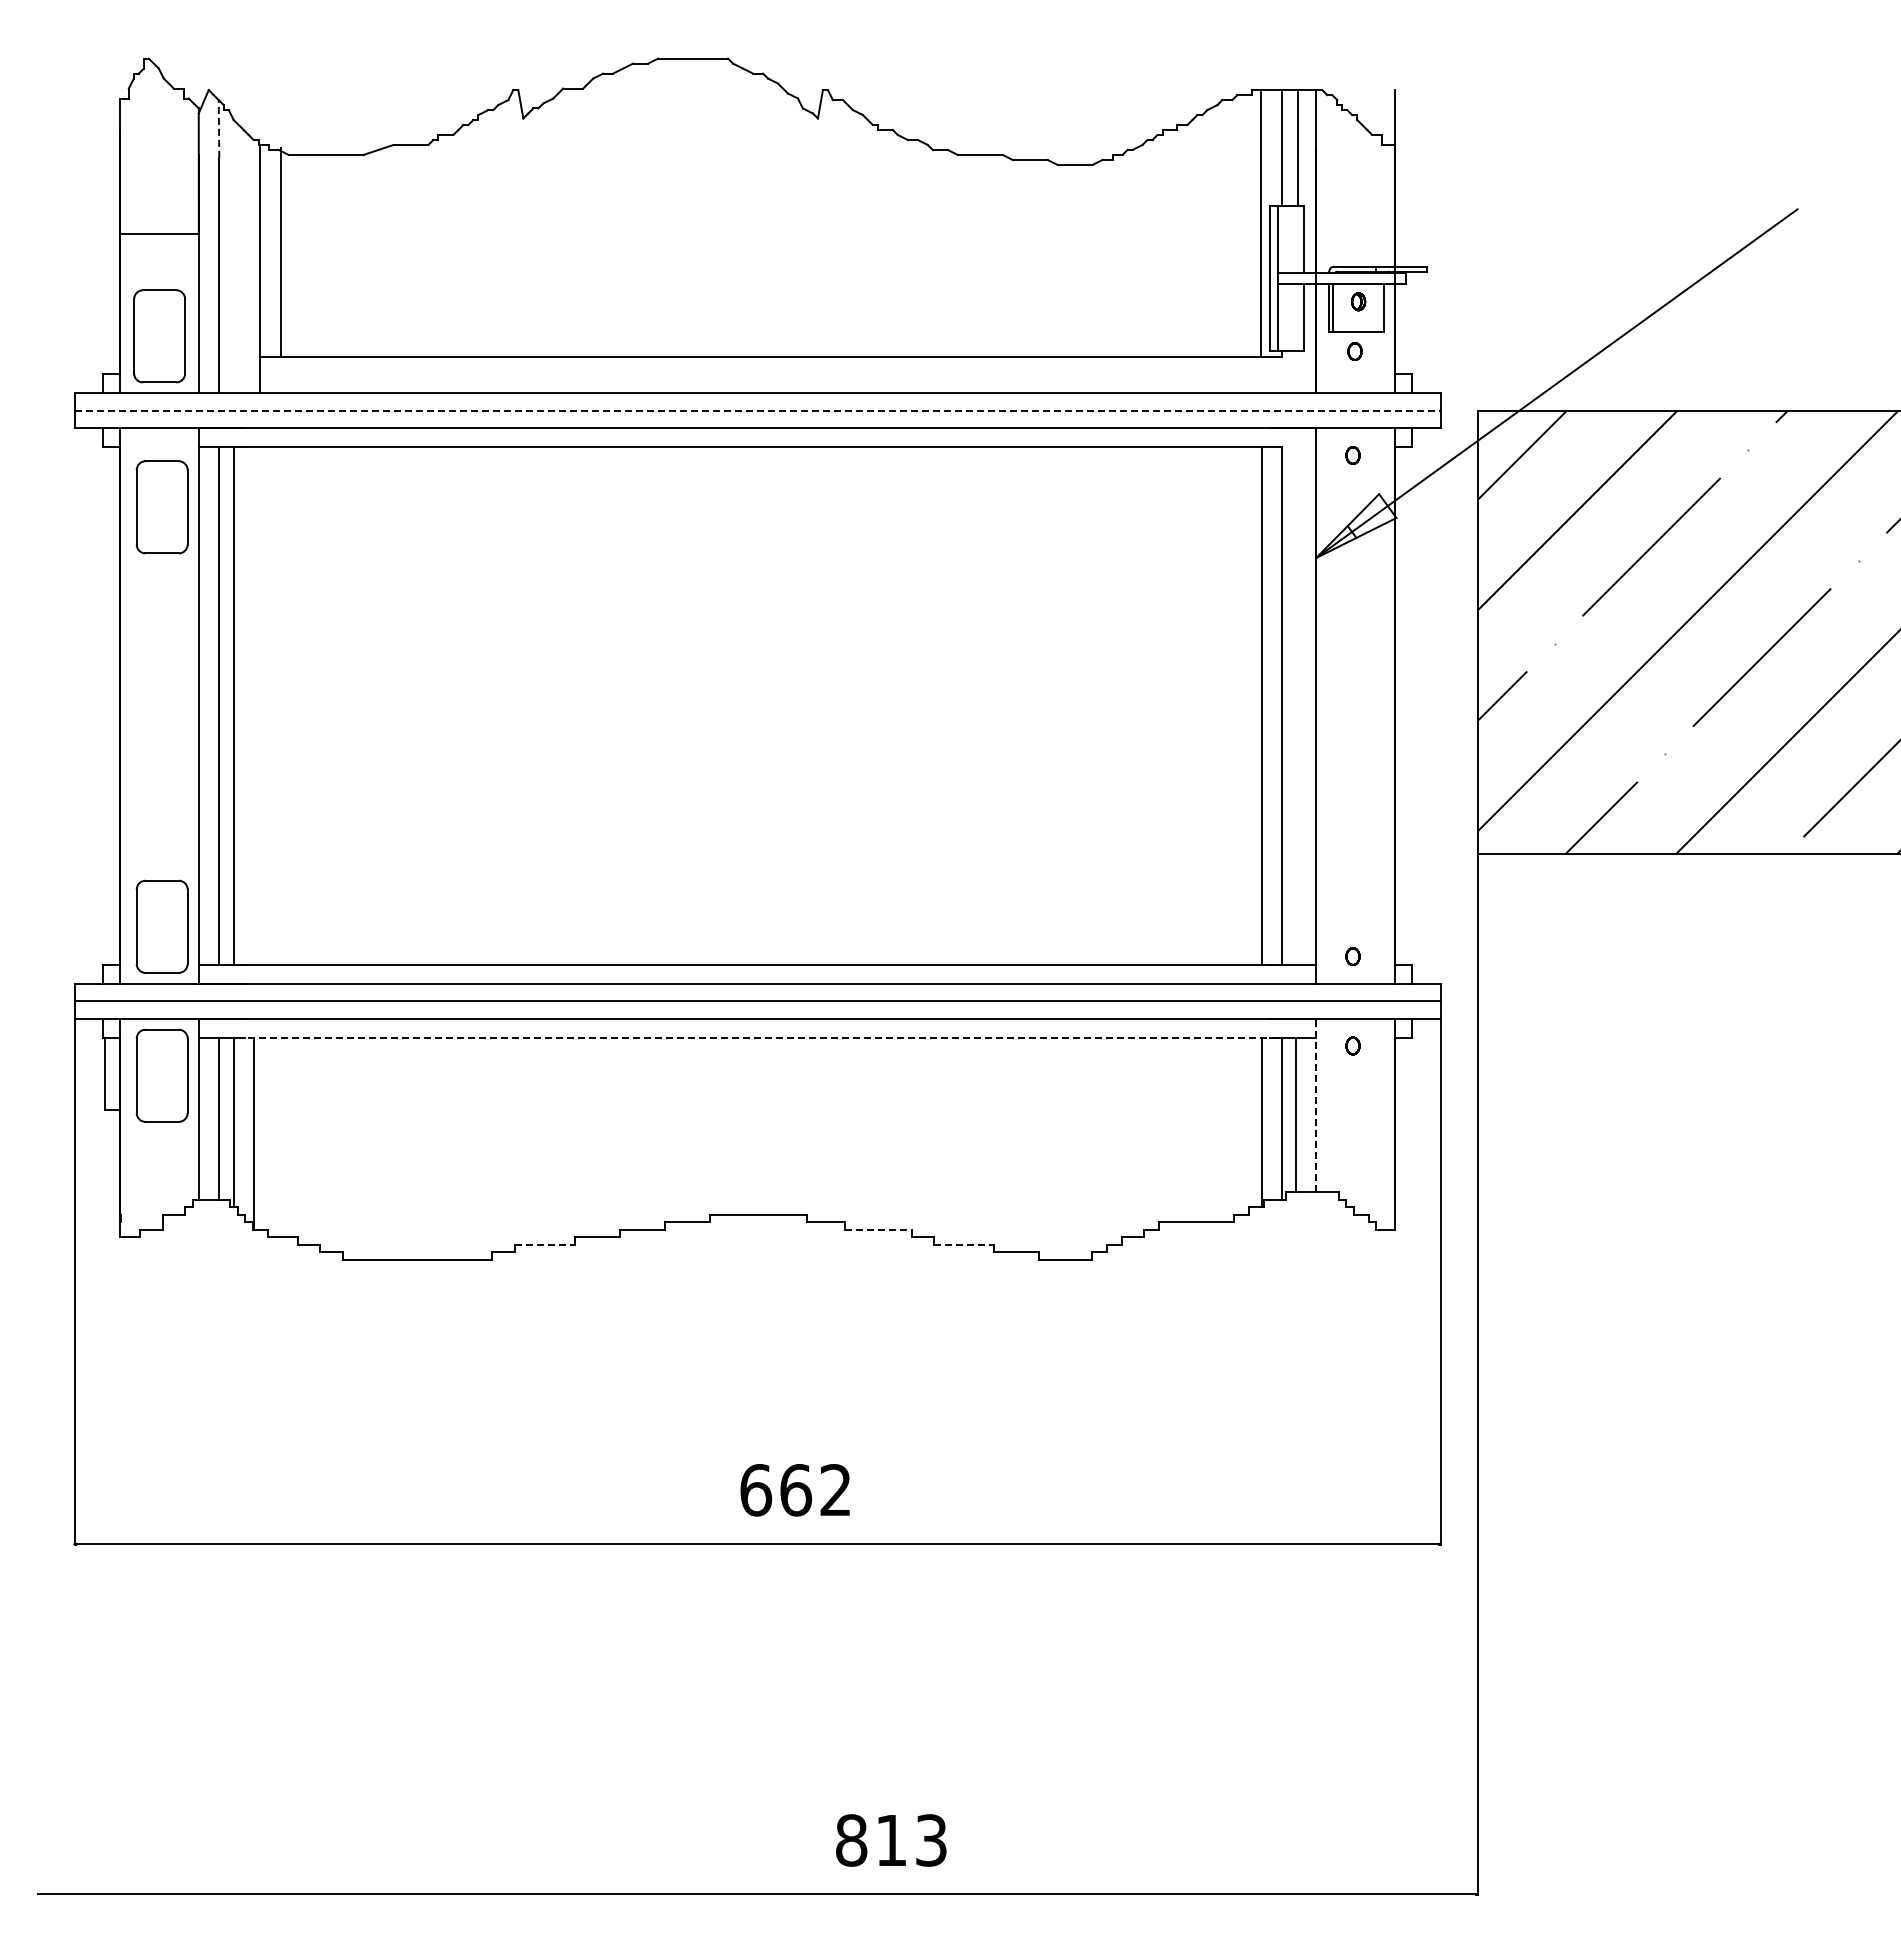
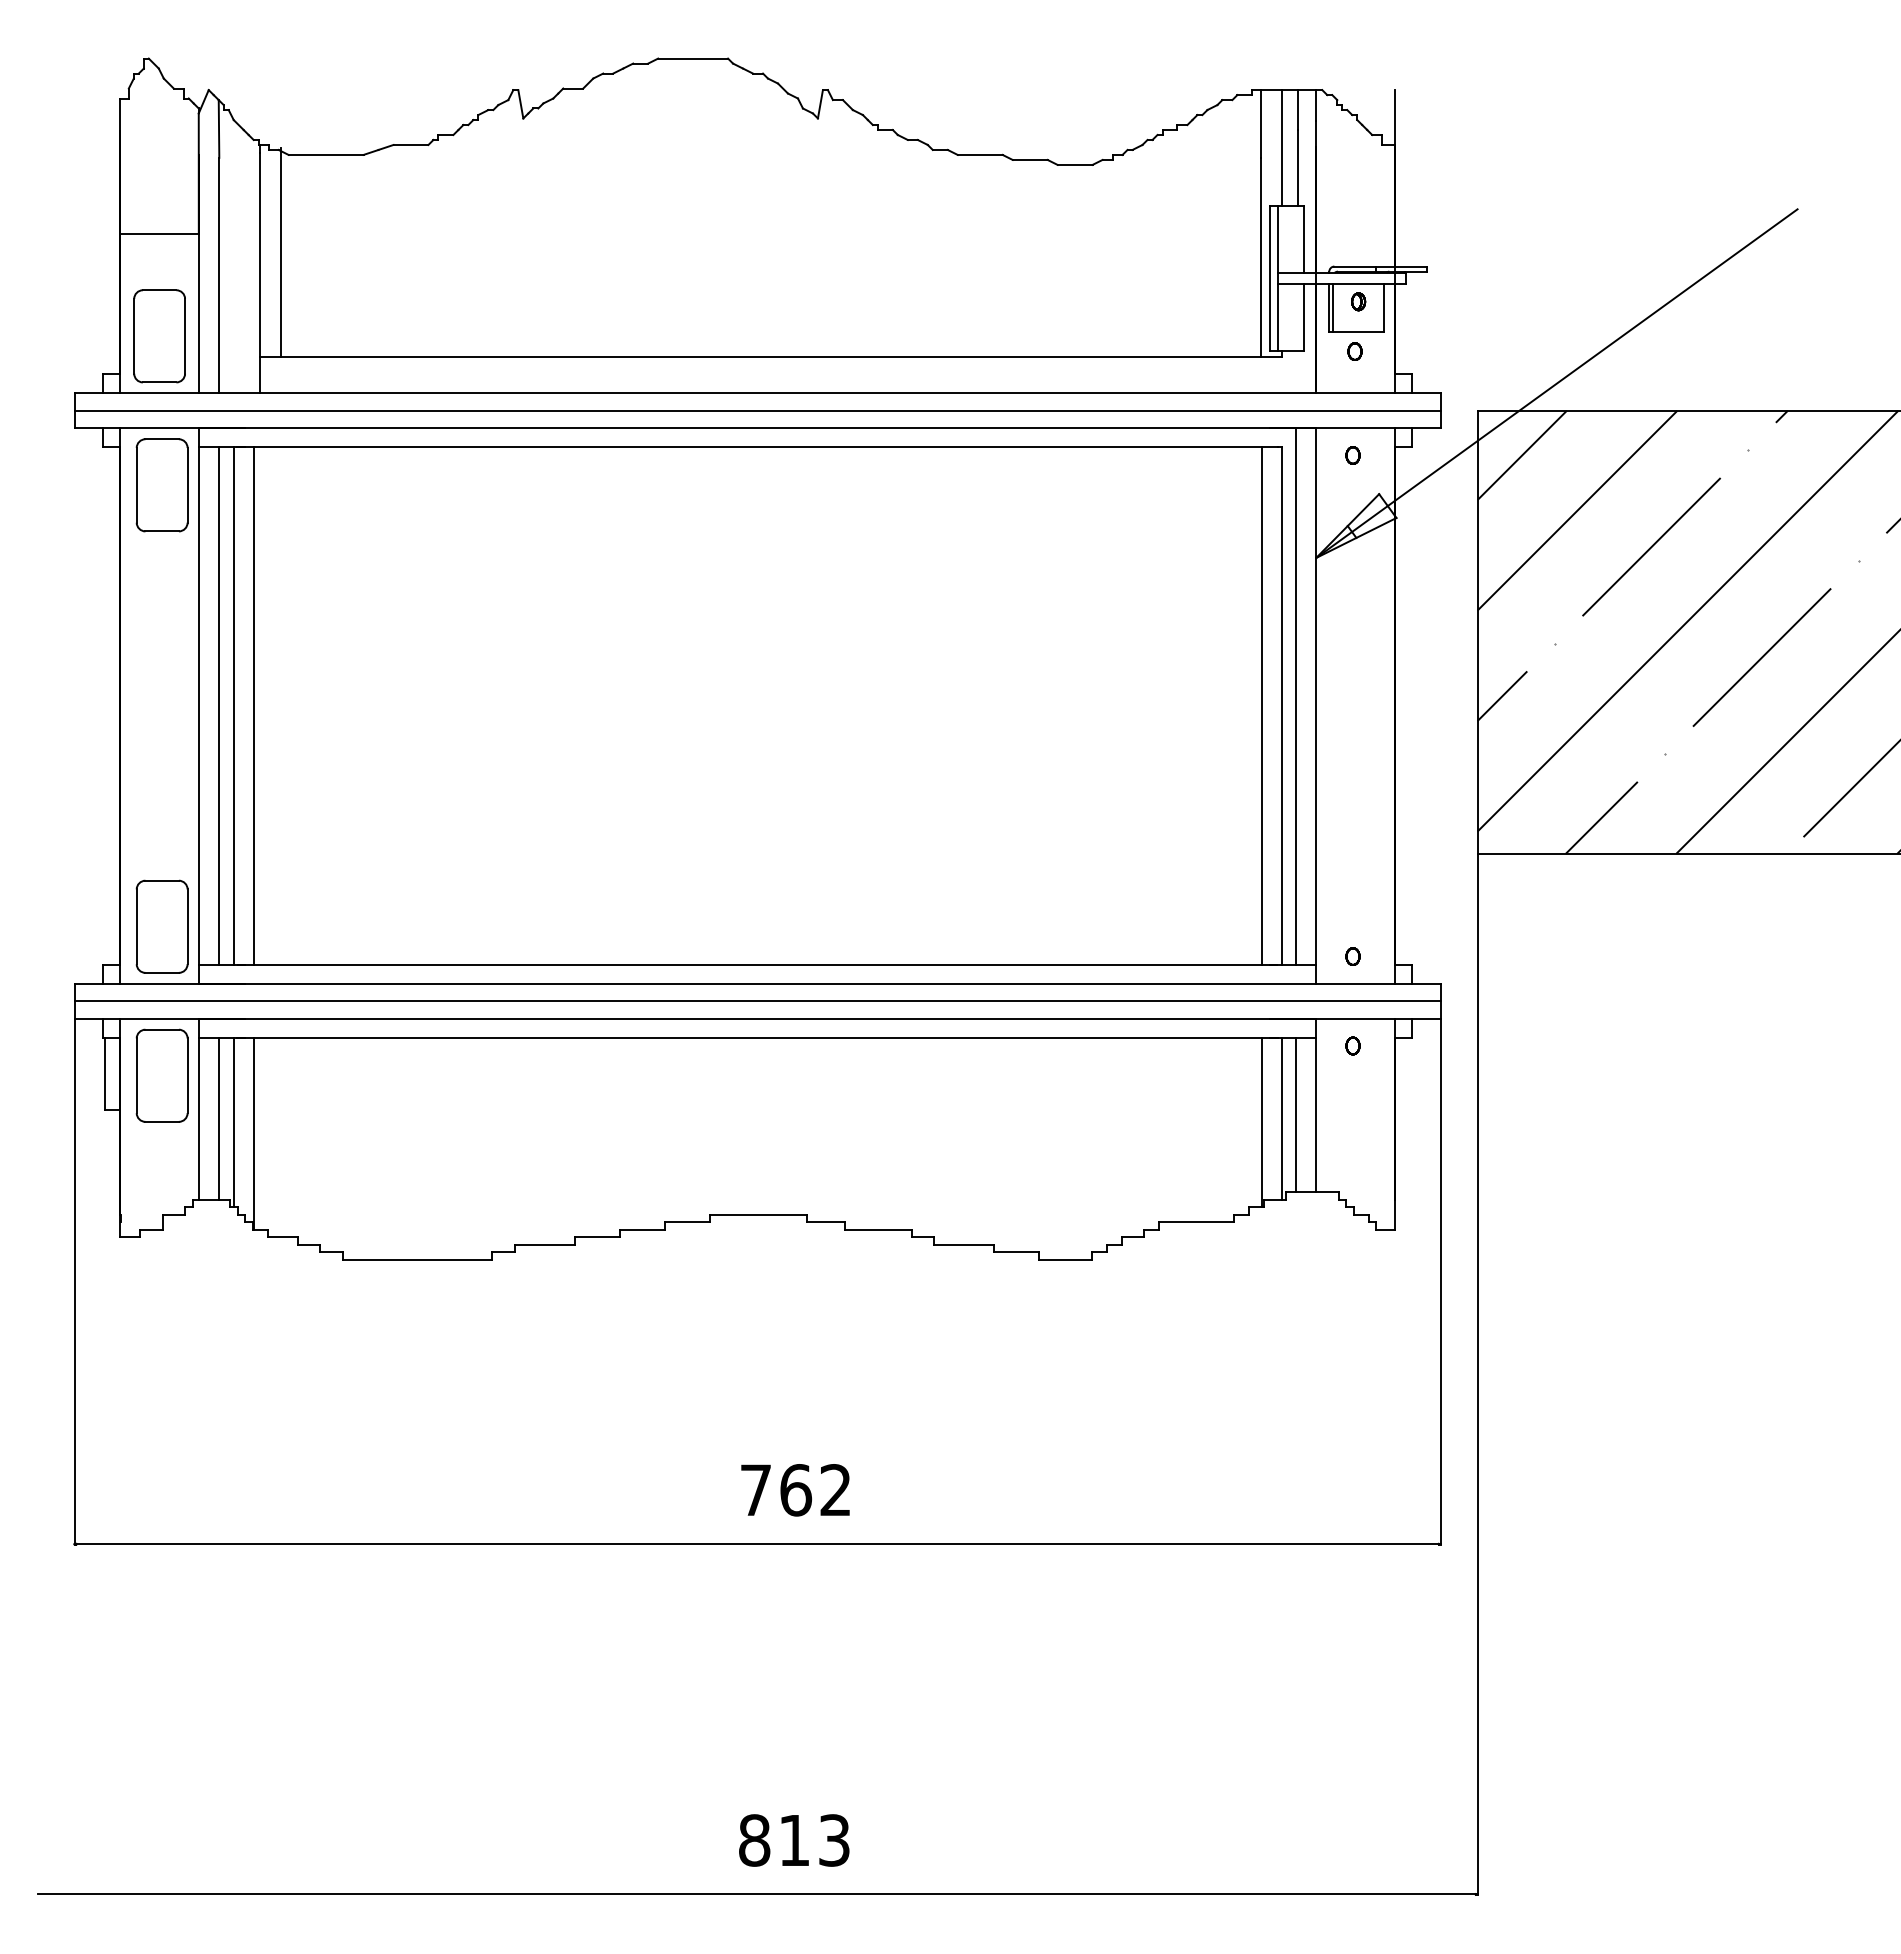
line at (219, 128): dashed -> solid
line at (758, 410): dashed -> solid
part at (161, 507) position: (161, 507) -> (161, 485)
line at (1296, 696): none -> present
line at (254, 705): none -> present
line at (757, 1037): dashed -> solid
line at (1316, 1105): dashed -> solid
line at (878, 1229): dashed -> solid
line at (544, 1244): dashed -> solid
line at (964, 1244): dashed -> solid
text at (756, 1490): 662 -> 762
text at (891, 1840) position: (891, 1840) -> (794, 1840)
